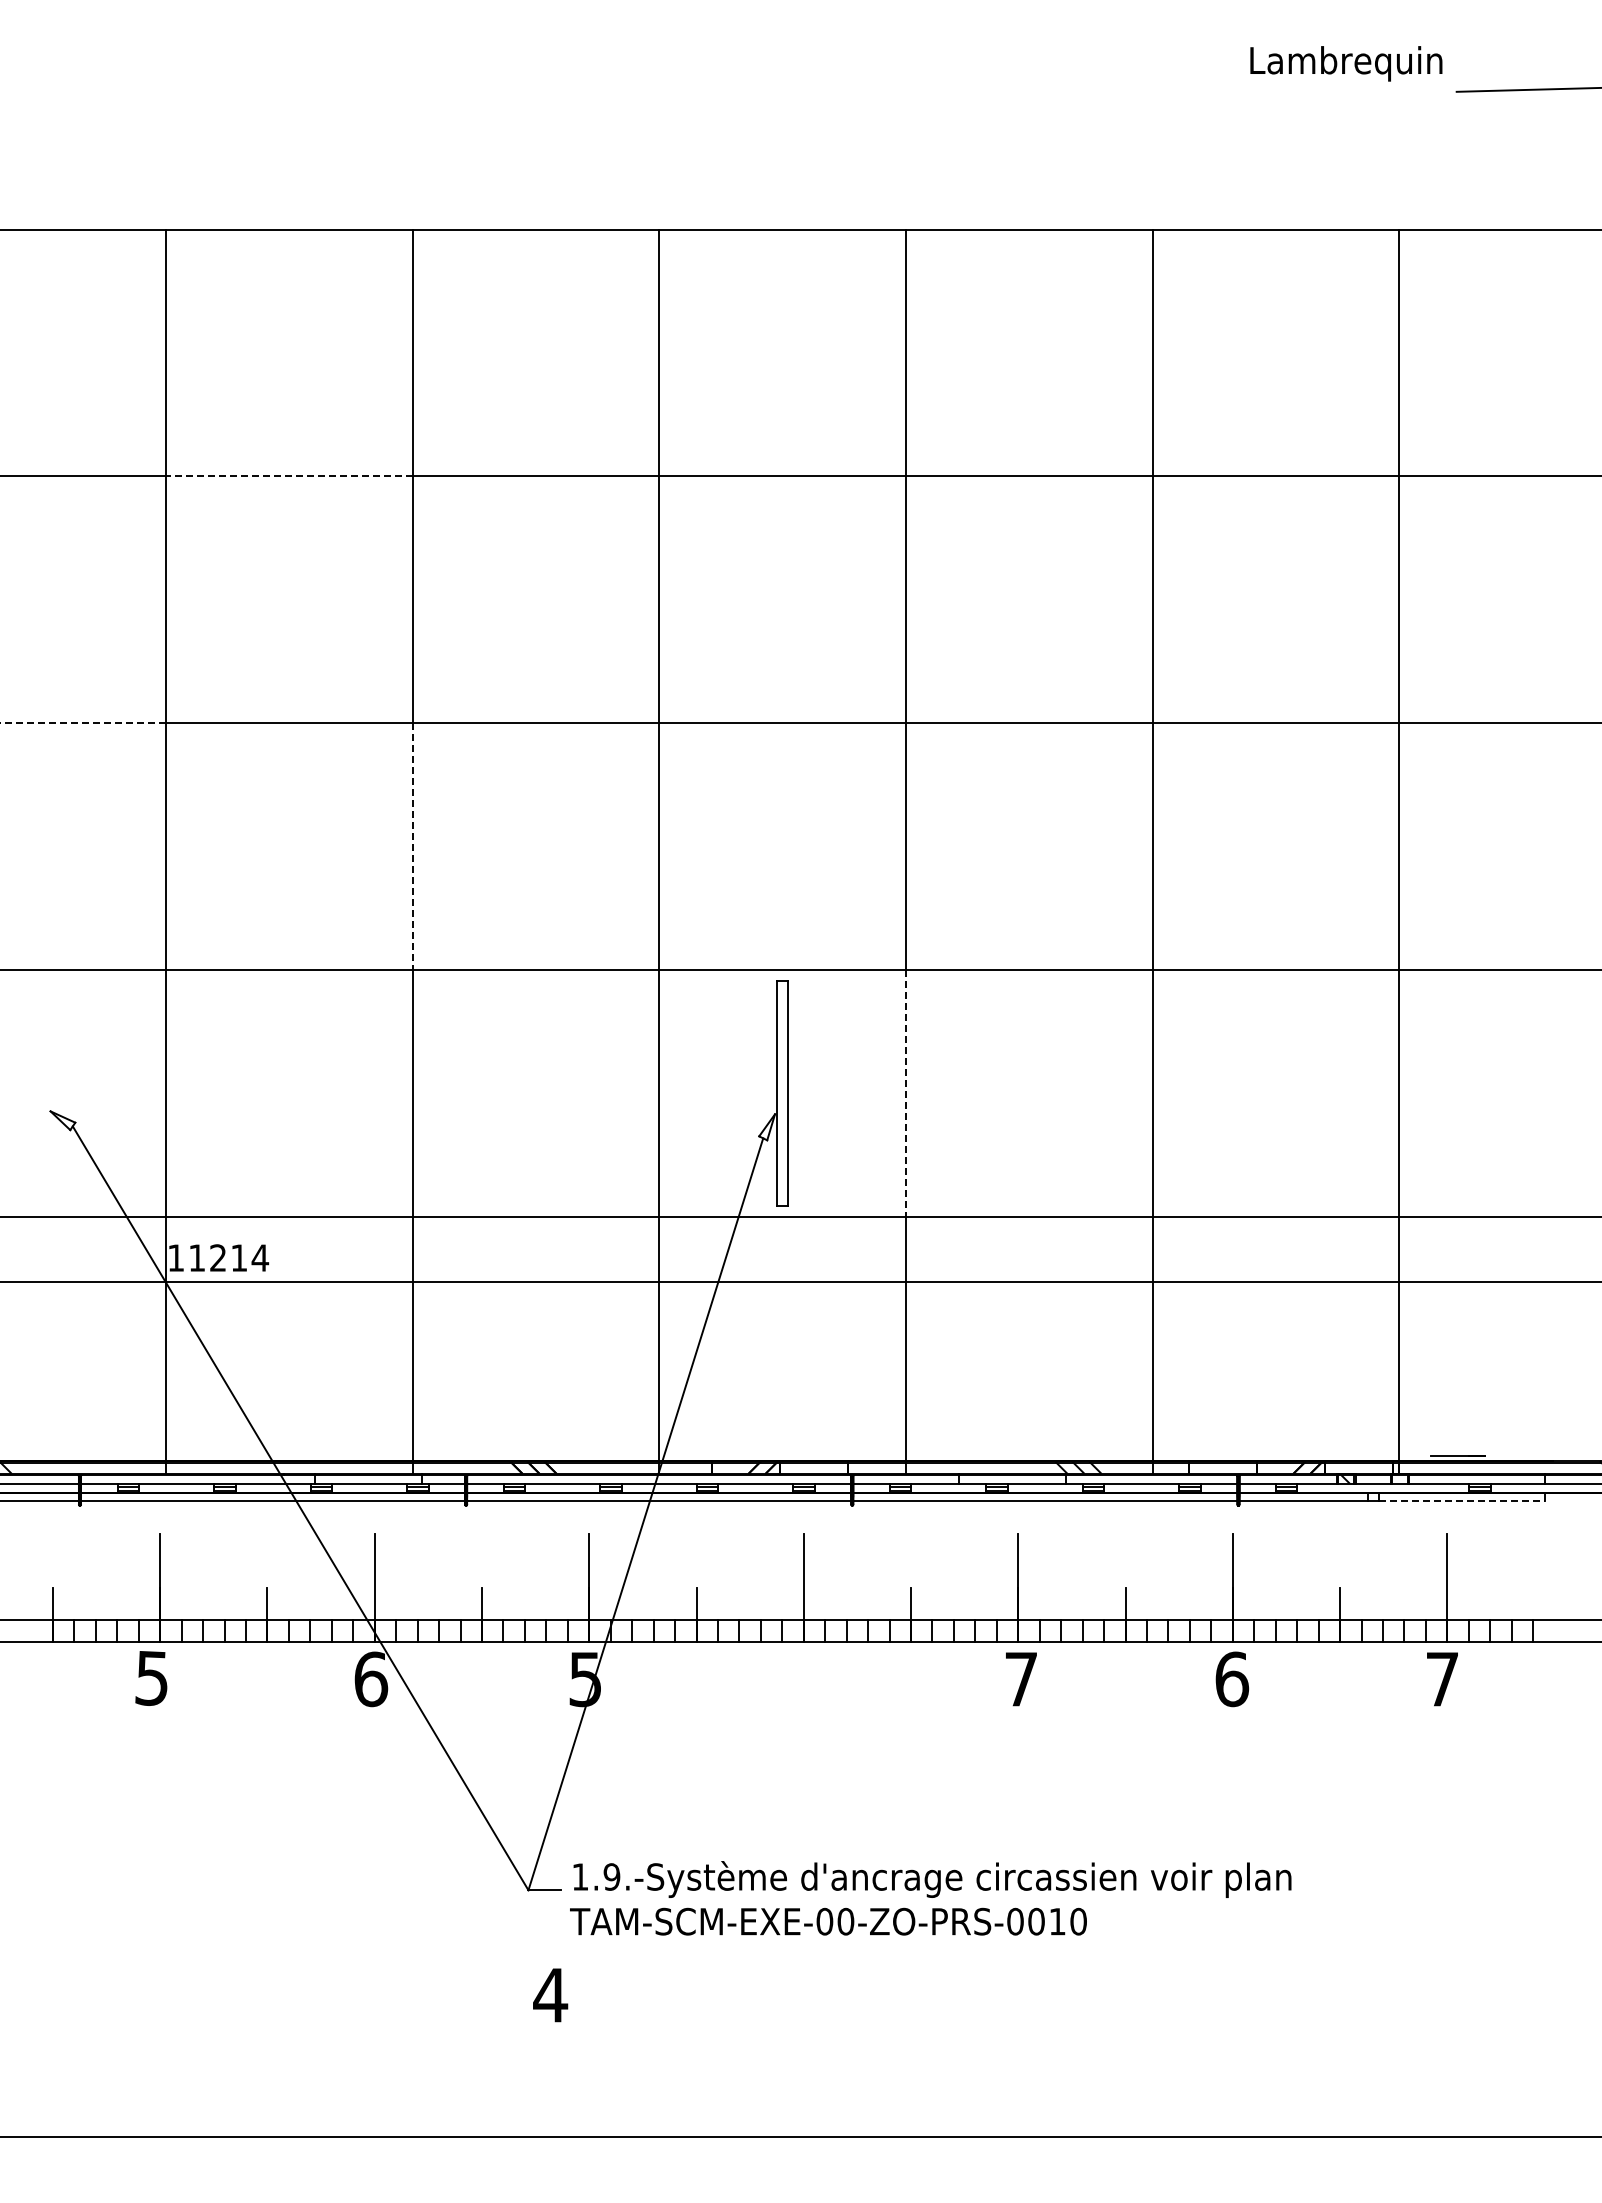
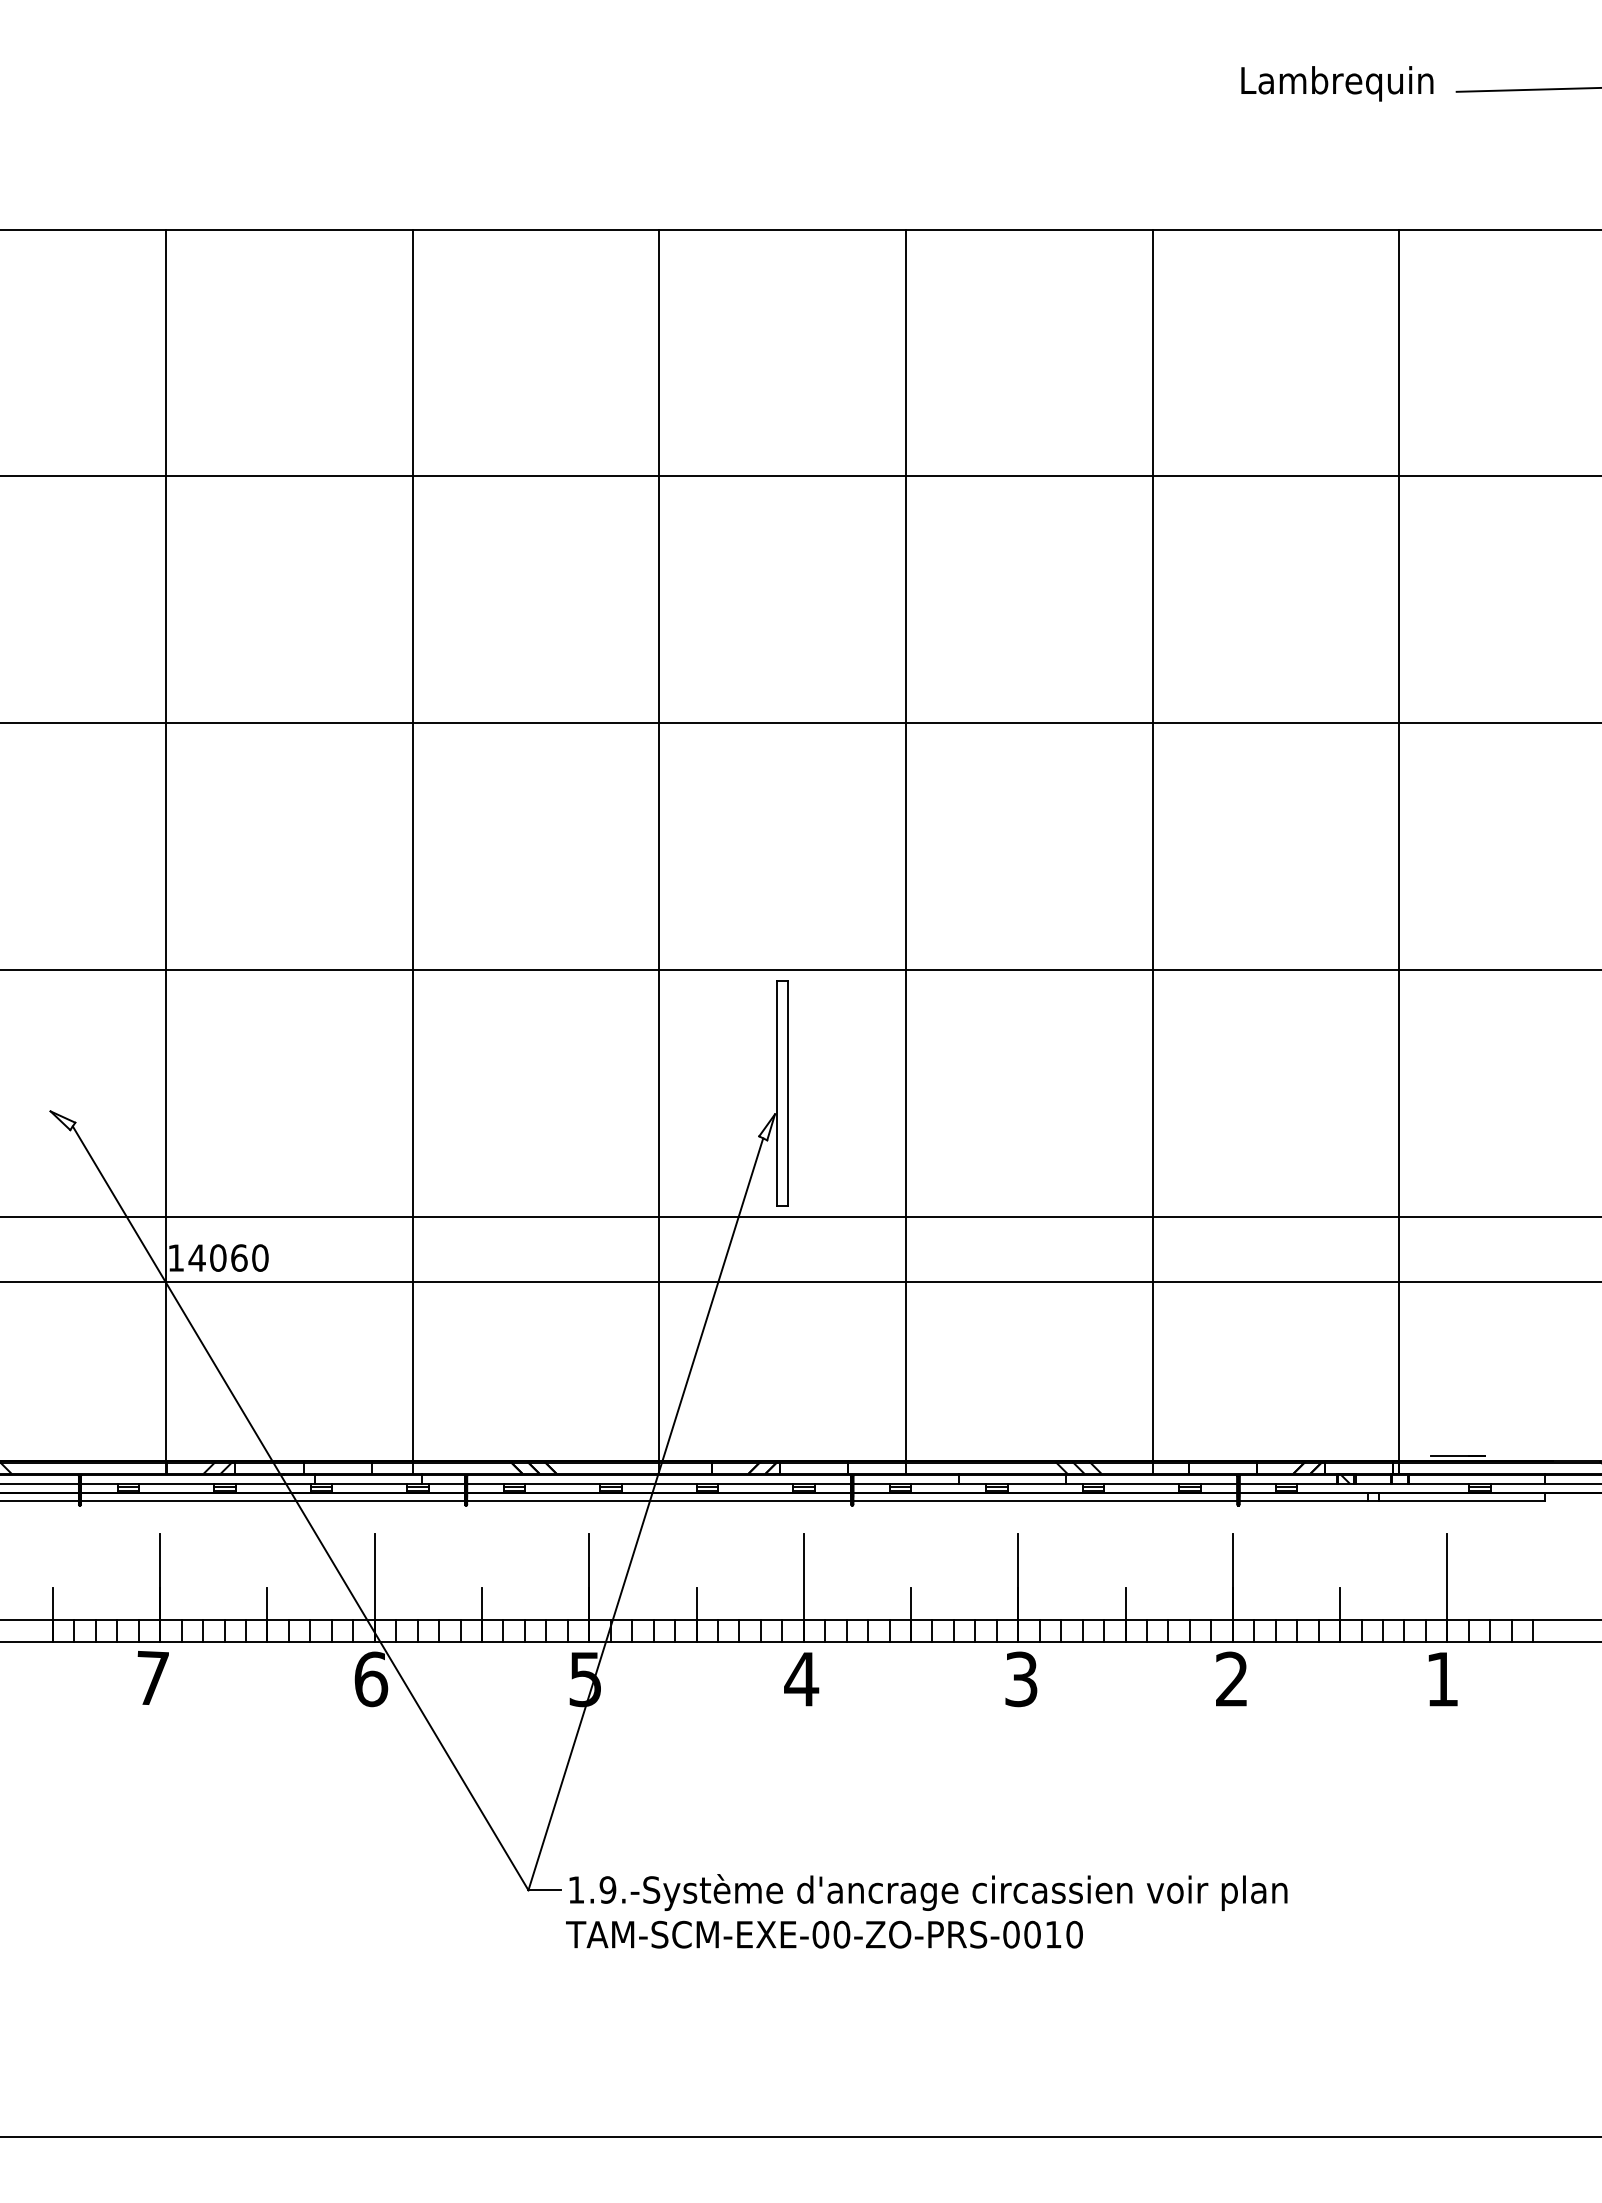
text at (1346, 63) position: (1346, 63) -> (1337, 83)
line at (288, 476): dashed -> solid
line at (82, 723): dashed -> solid
line at (412, 846): dashed -> solid
line at (905, 1093): dashed -> solid
text at (228, 1257): 11214 -> 14060
hatch at (269, 1467): none -> present
line at (1462, 1500): dashed -> solid
text at (151, 1678): 5 -> 7
text at (1021, 1679): 7 -> 3
text at (1232, 1679): 6 -> 2
text at (1442, 1679): 7 -> 1
text at (930, 1898) position: (930, 1898) -> (926, 1911)
text at (550, 1995) position: (550, 1995) -> (801, 1679)
